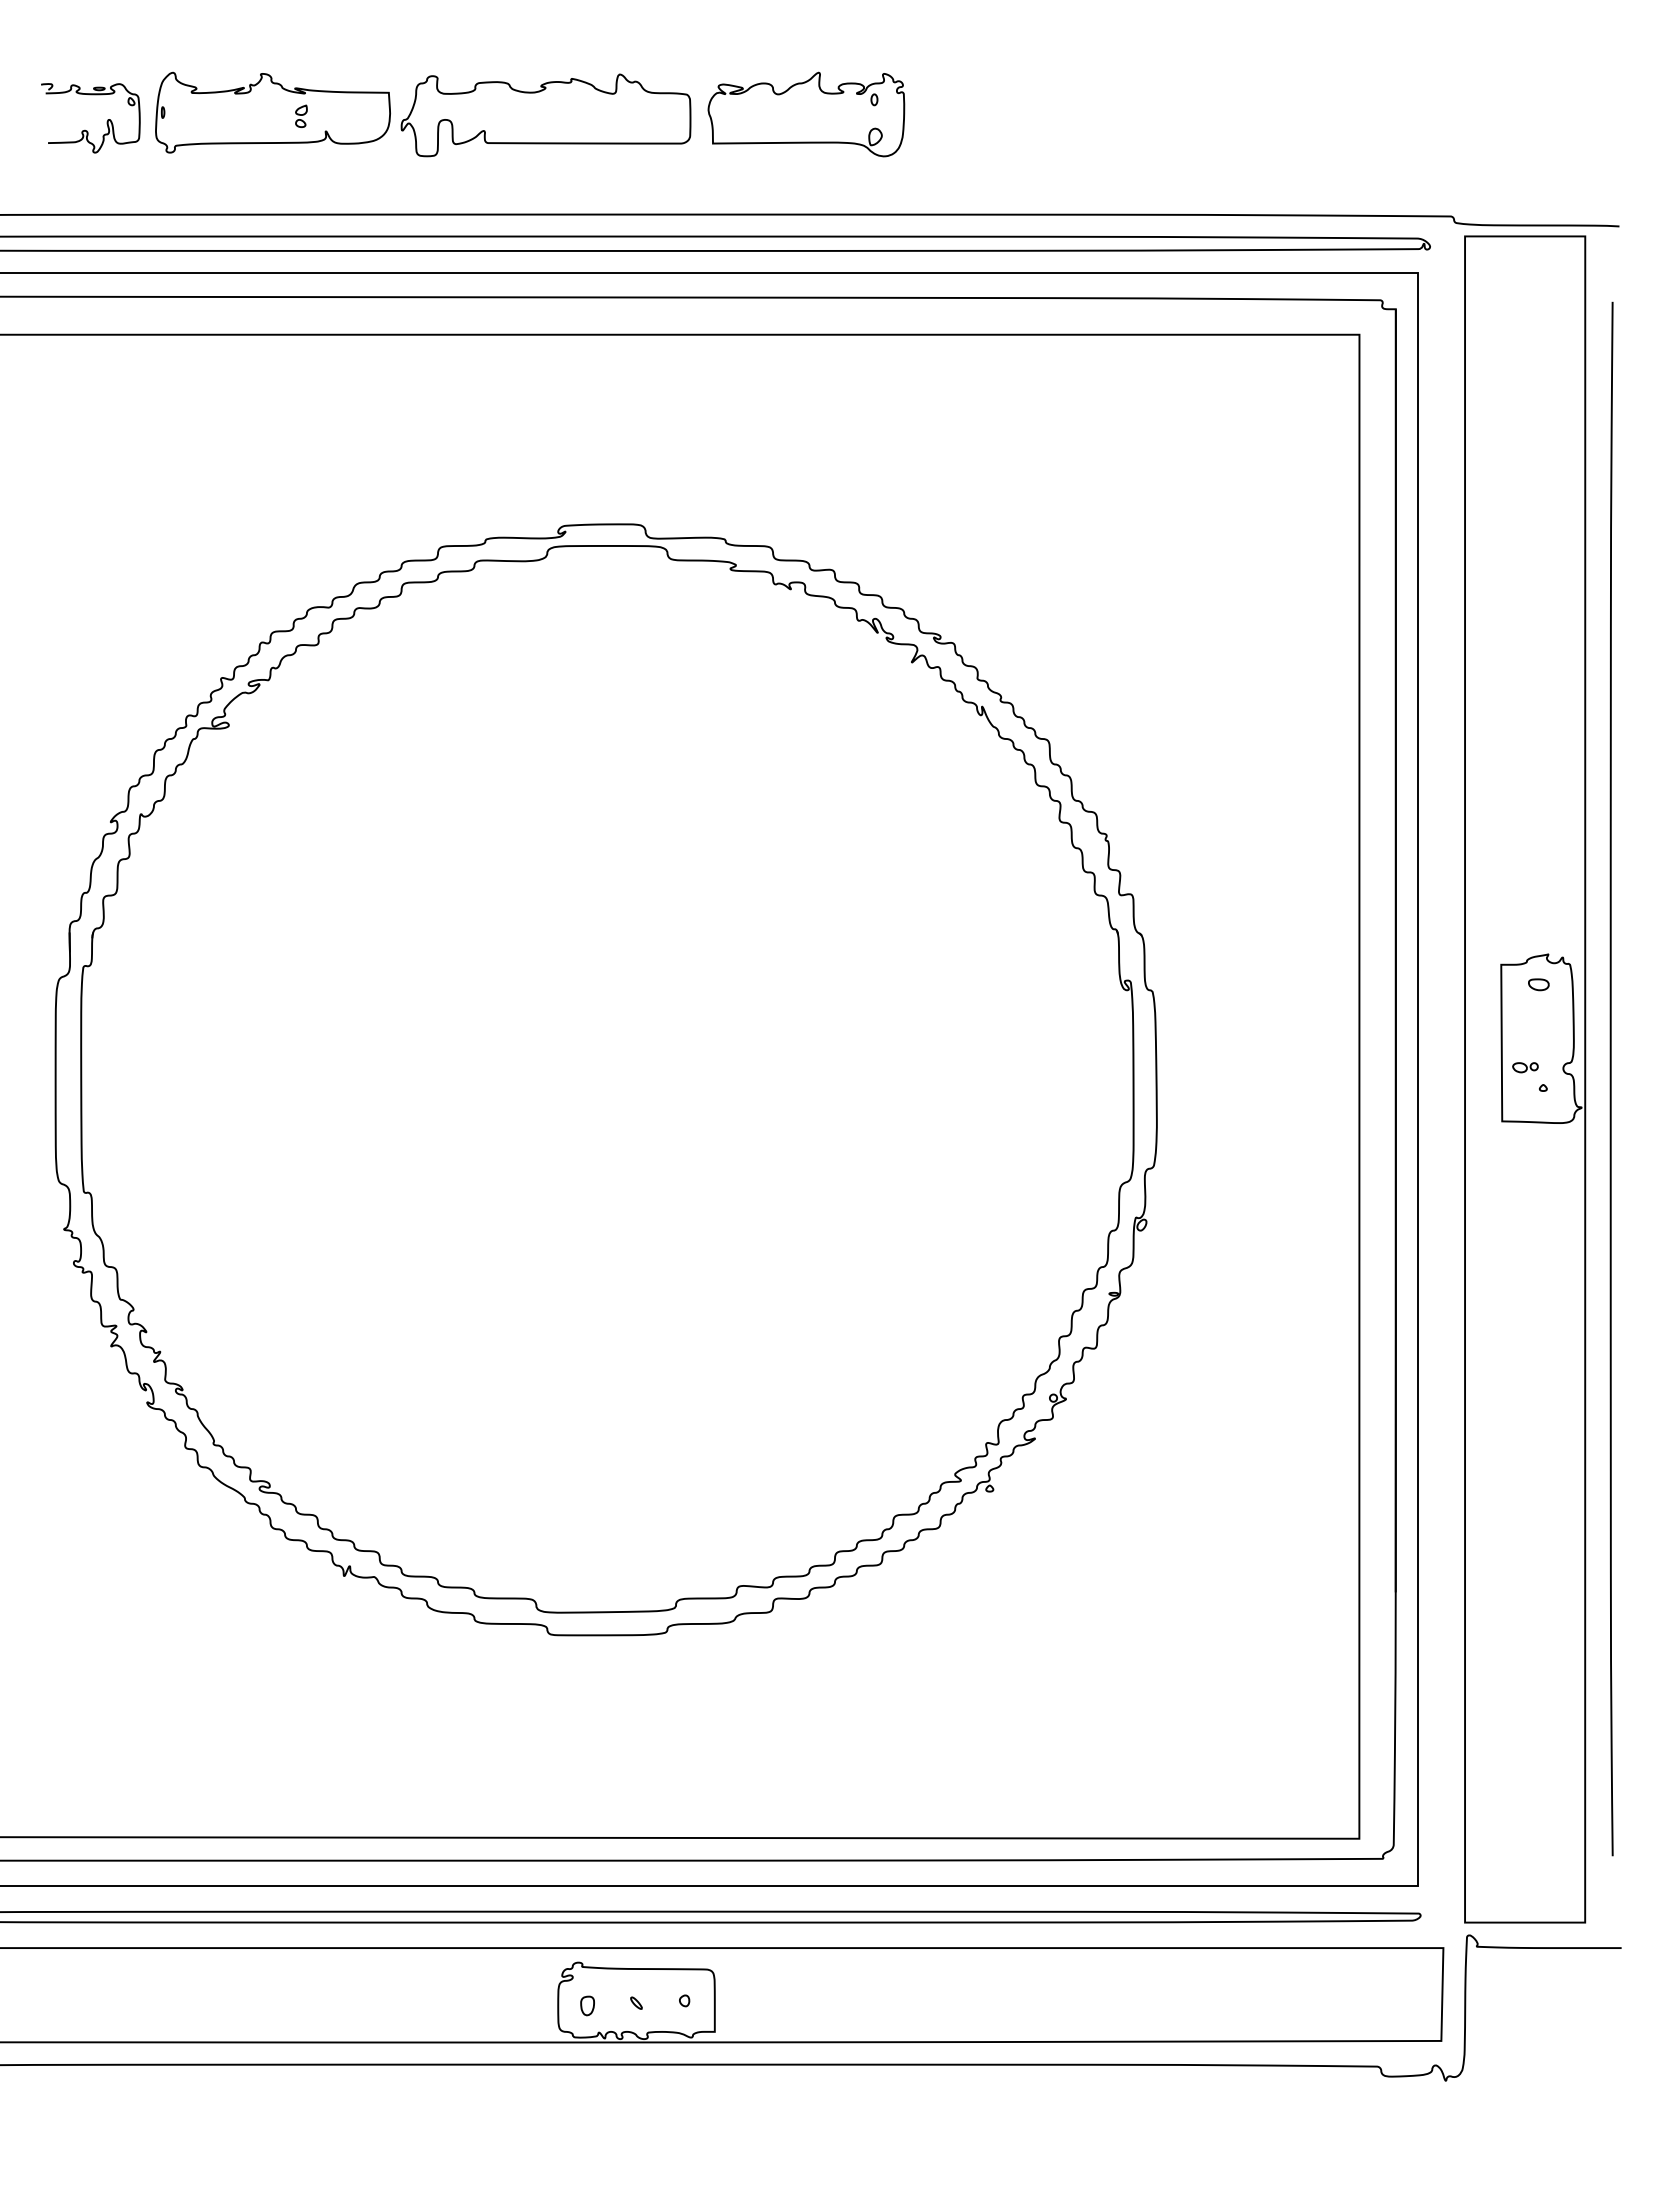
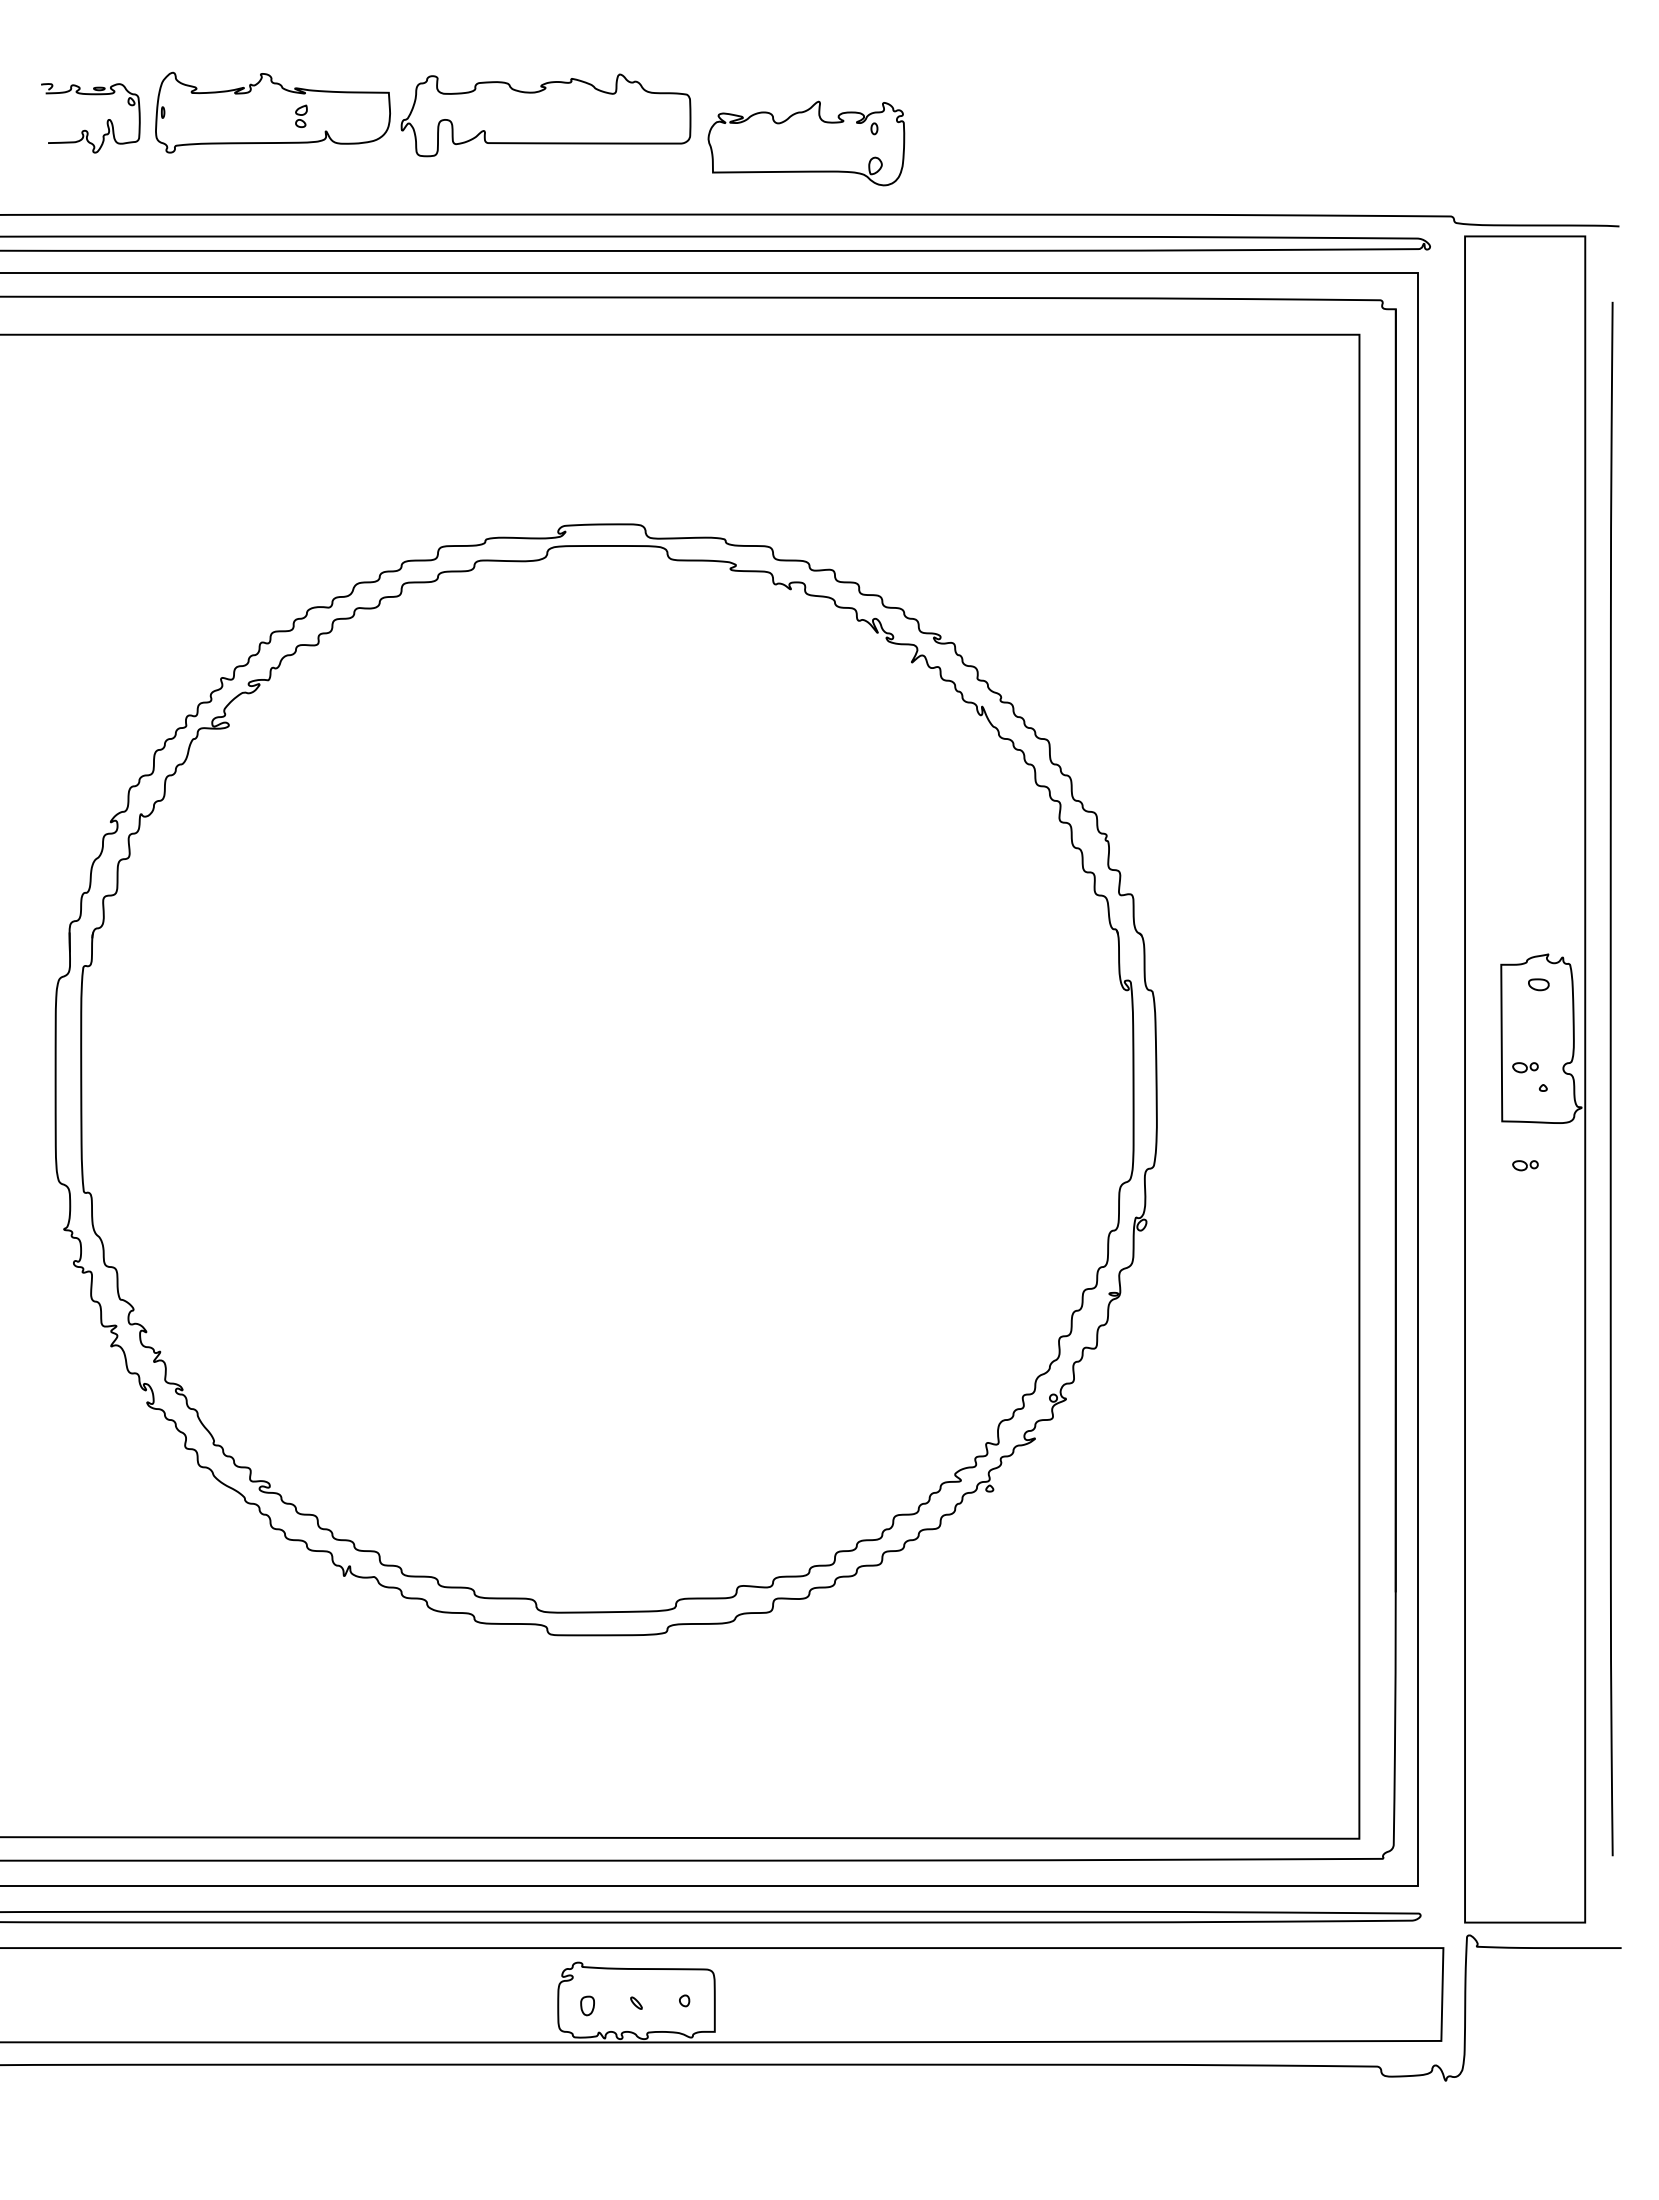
part at (806, 114) position: (806, 114) -> (806, 143)
part at (1525, 1165): none -> present
